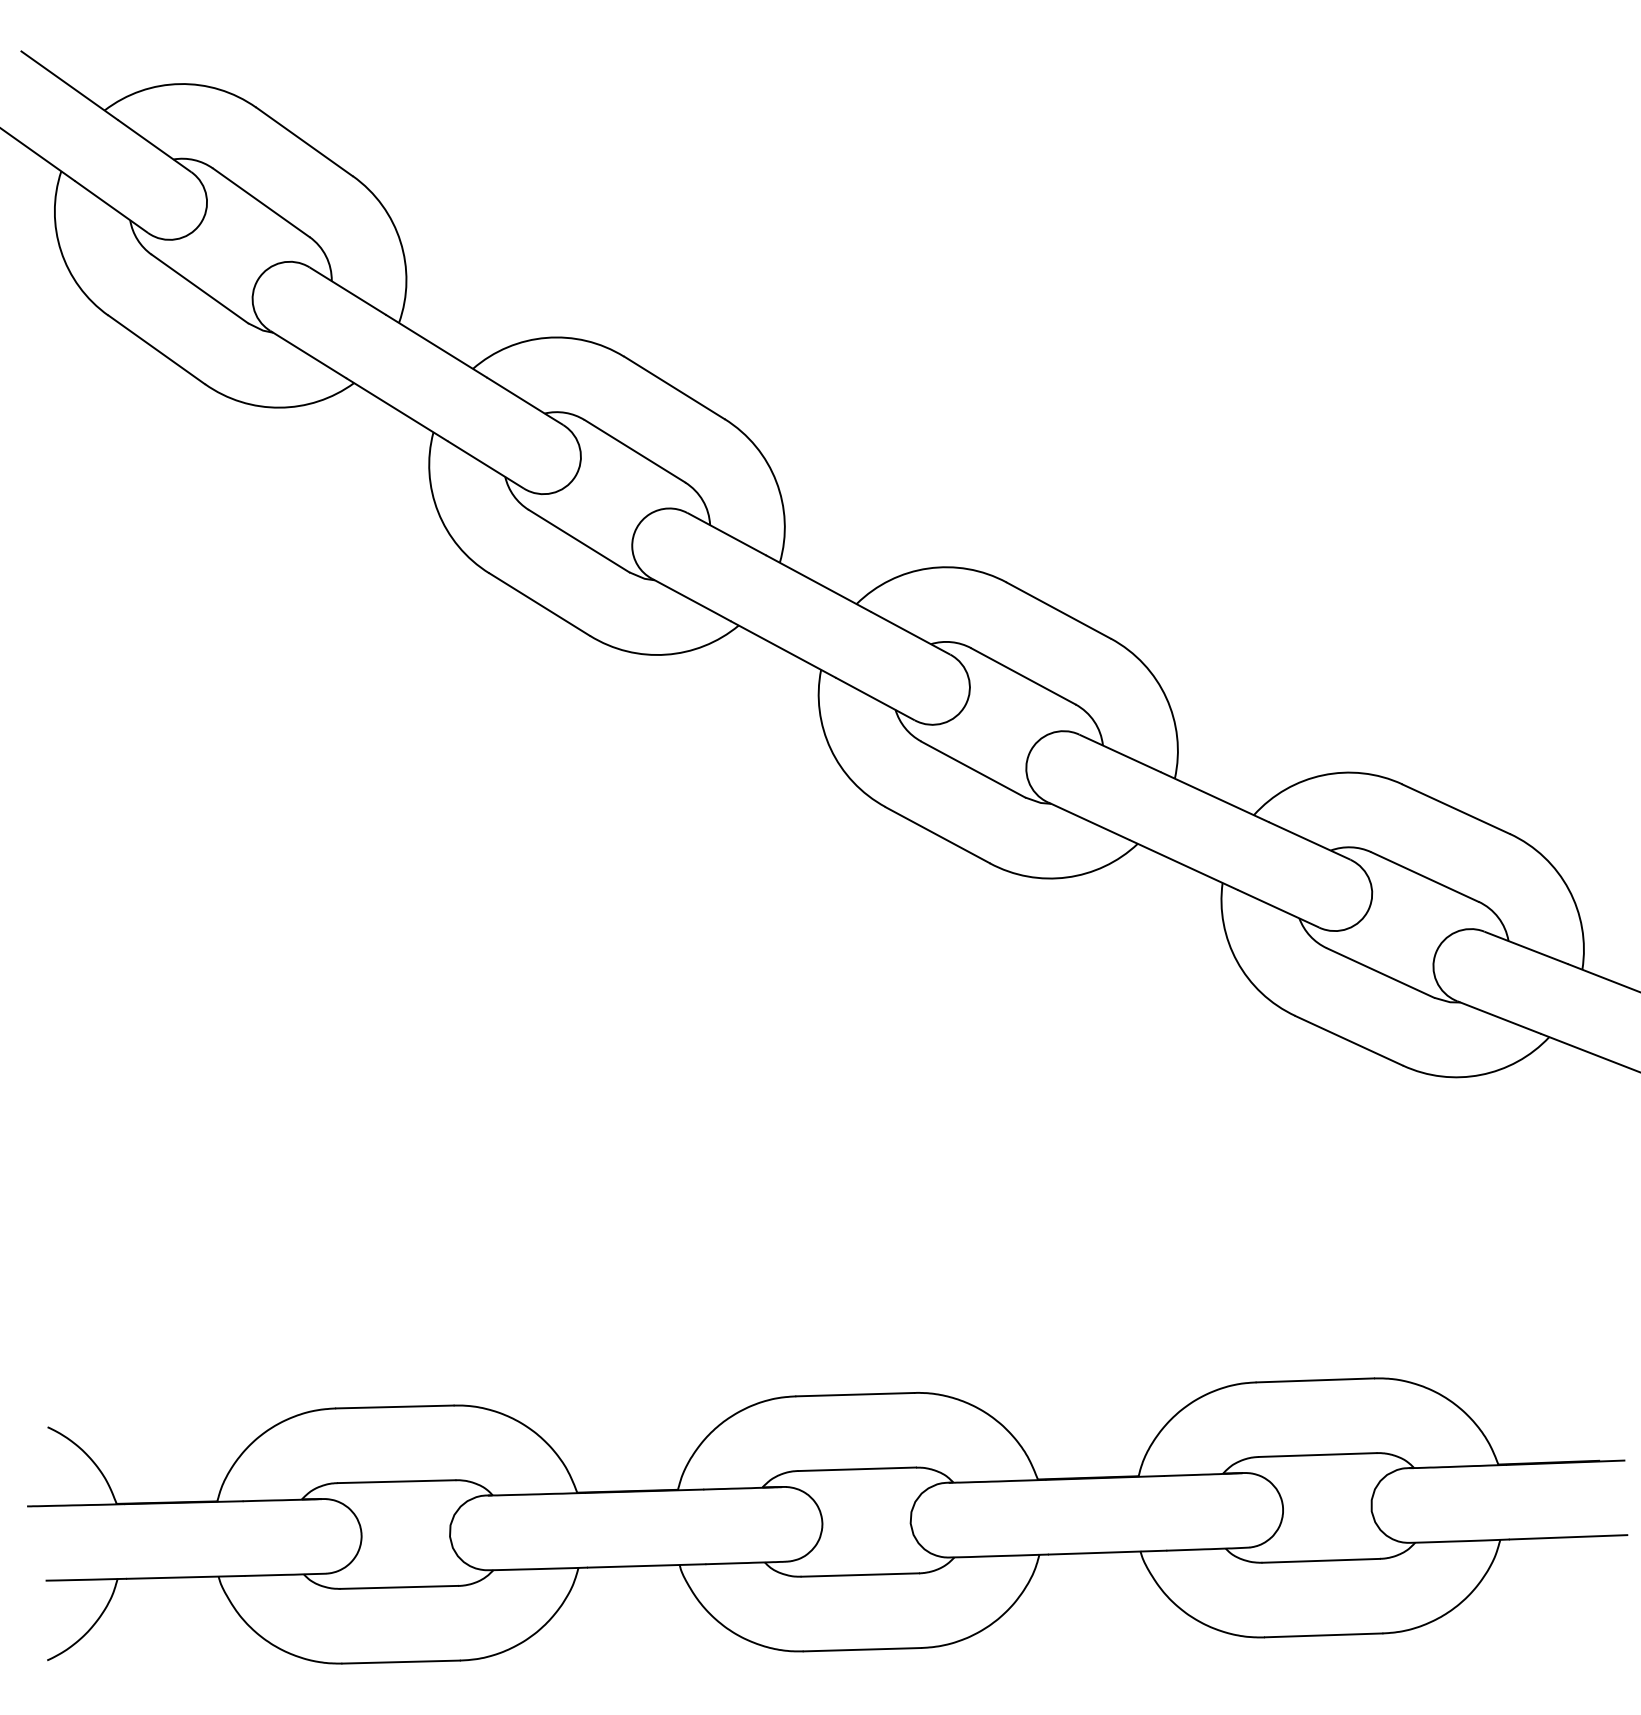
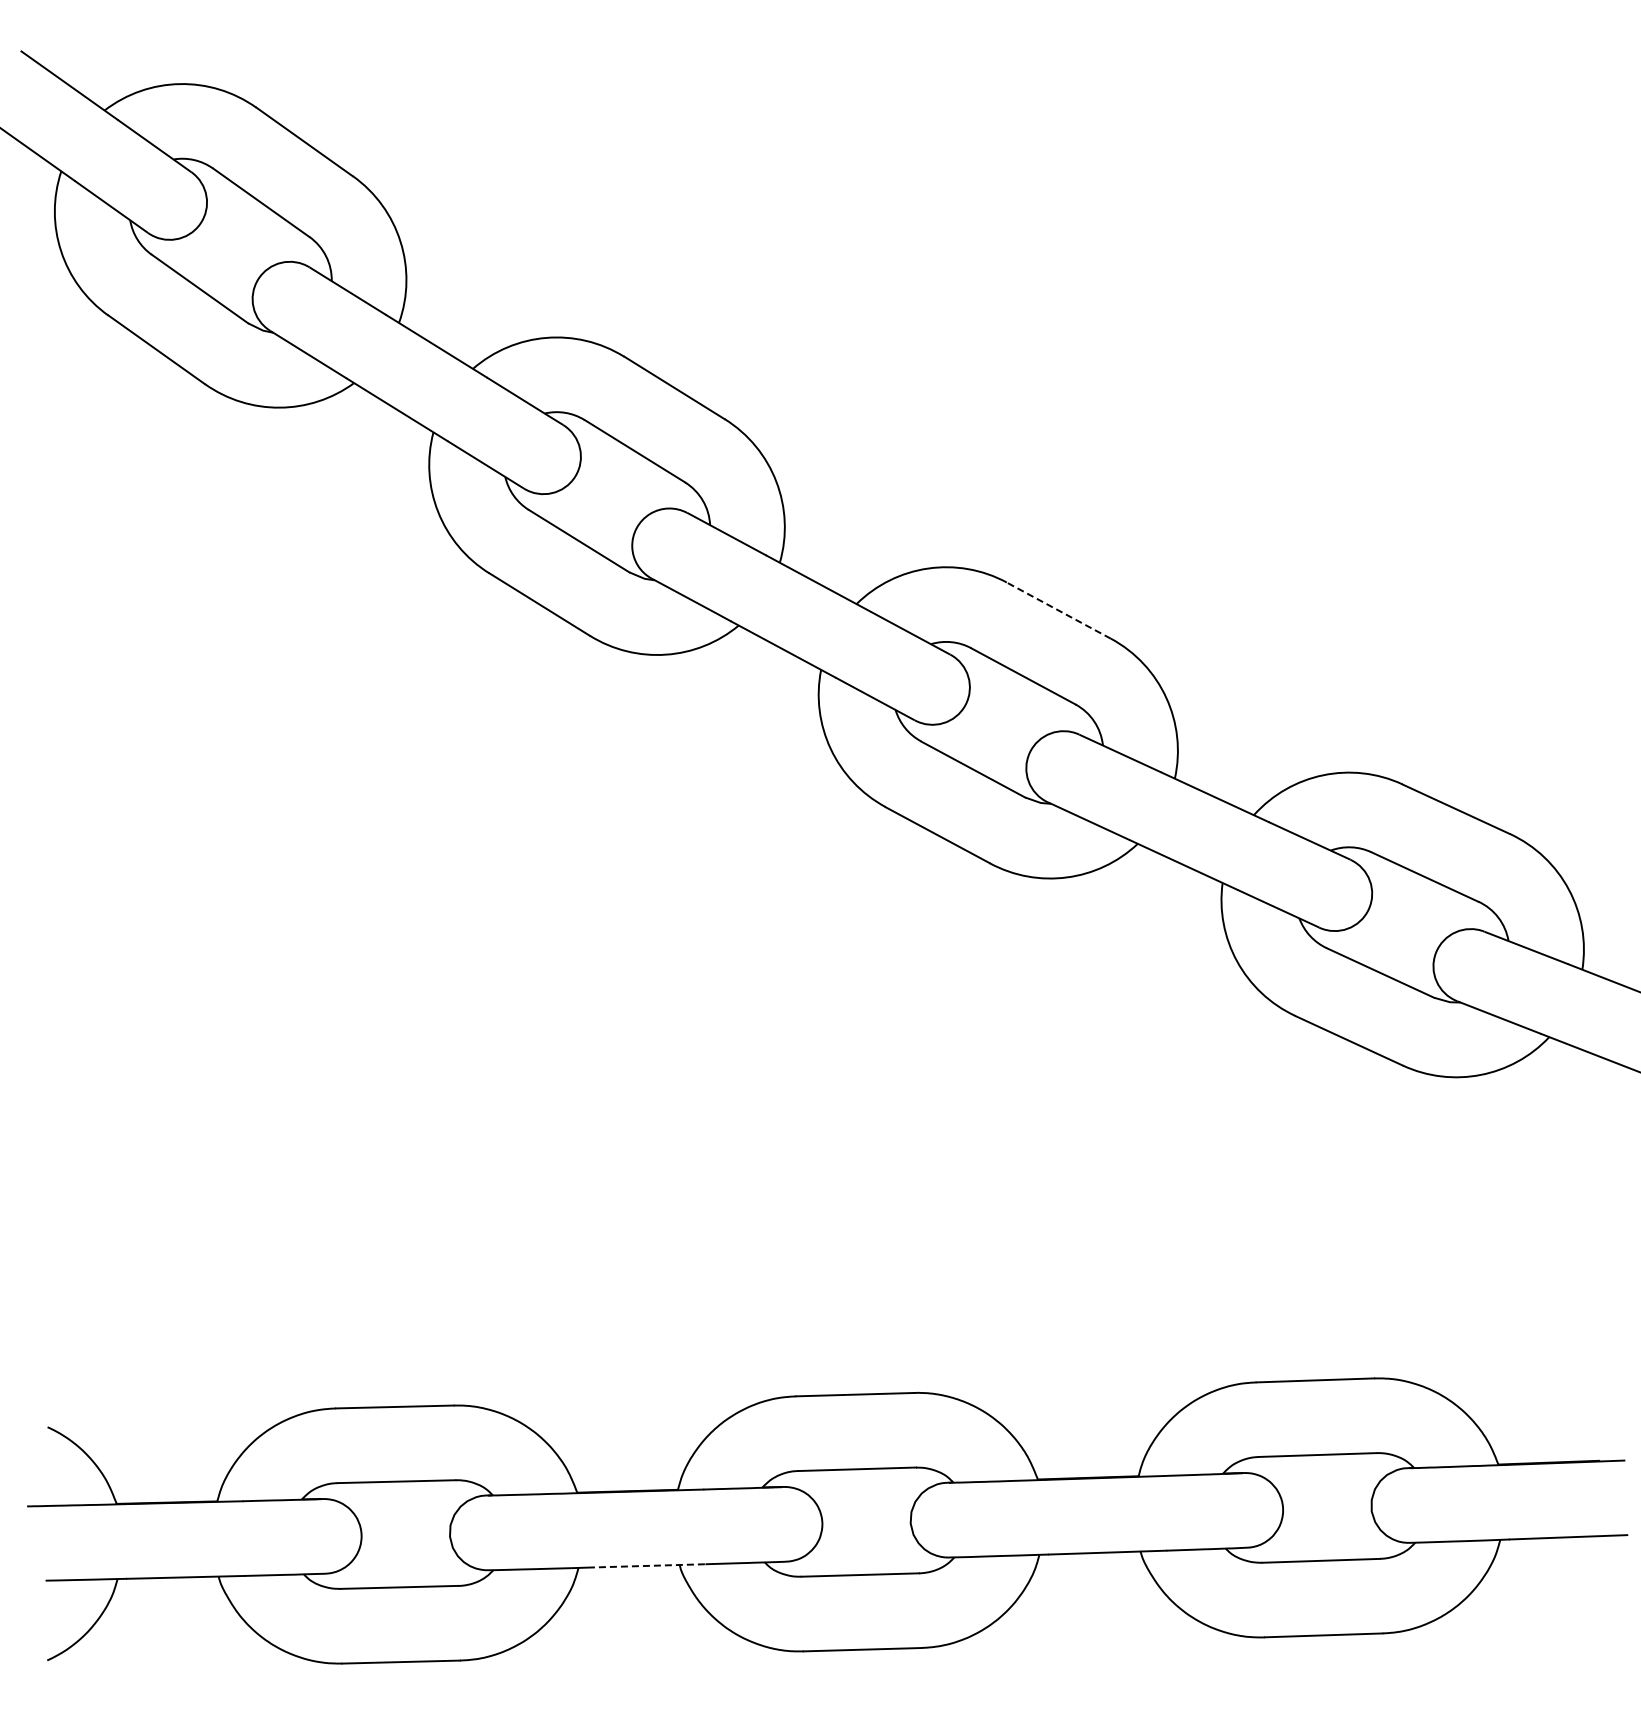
line at (1058, 610): solid -> dashed
line at (646, 1565): solid -> dashed
